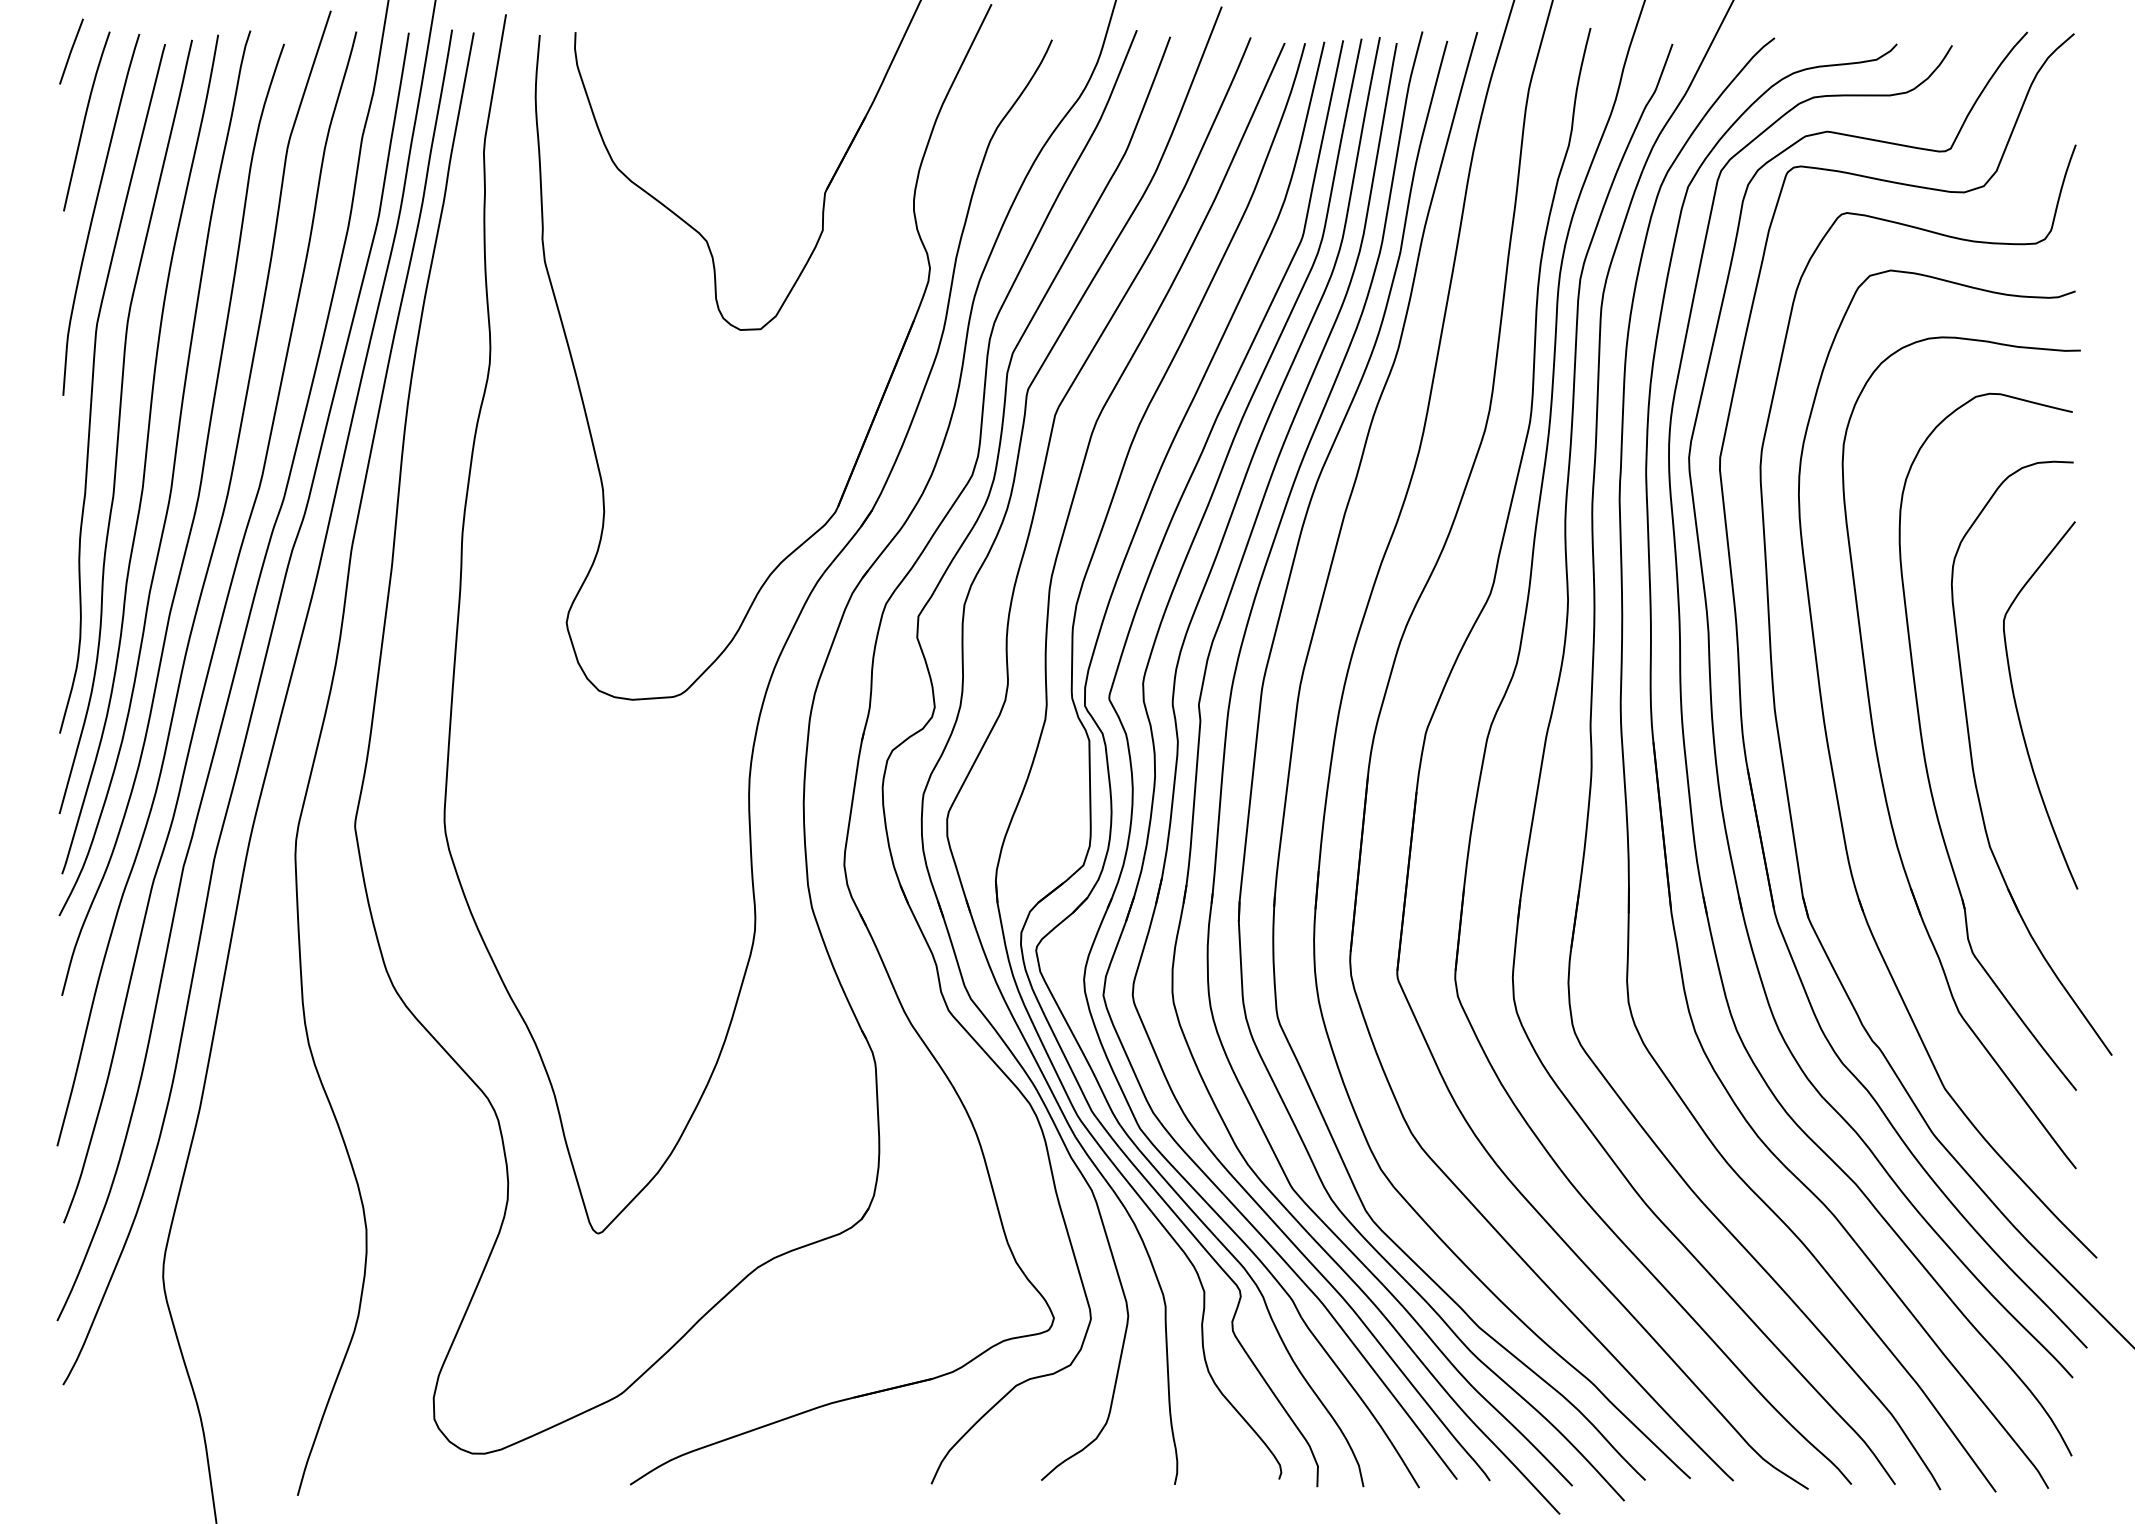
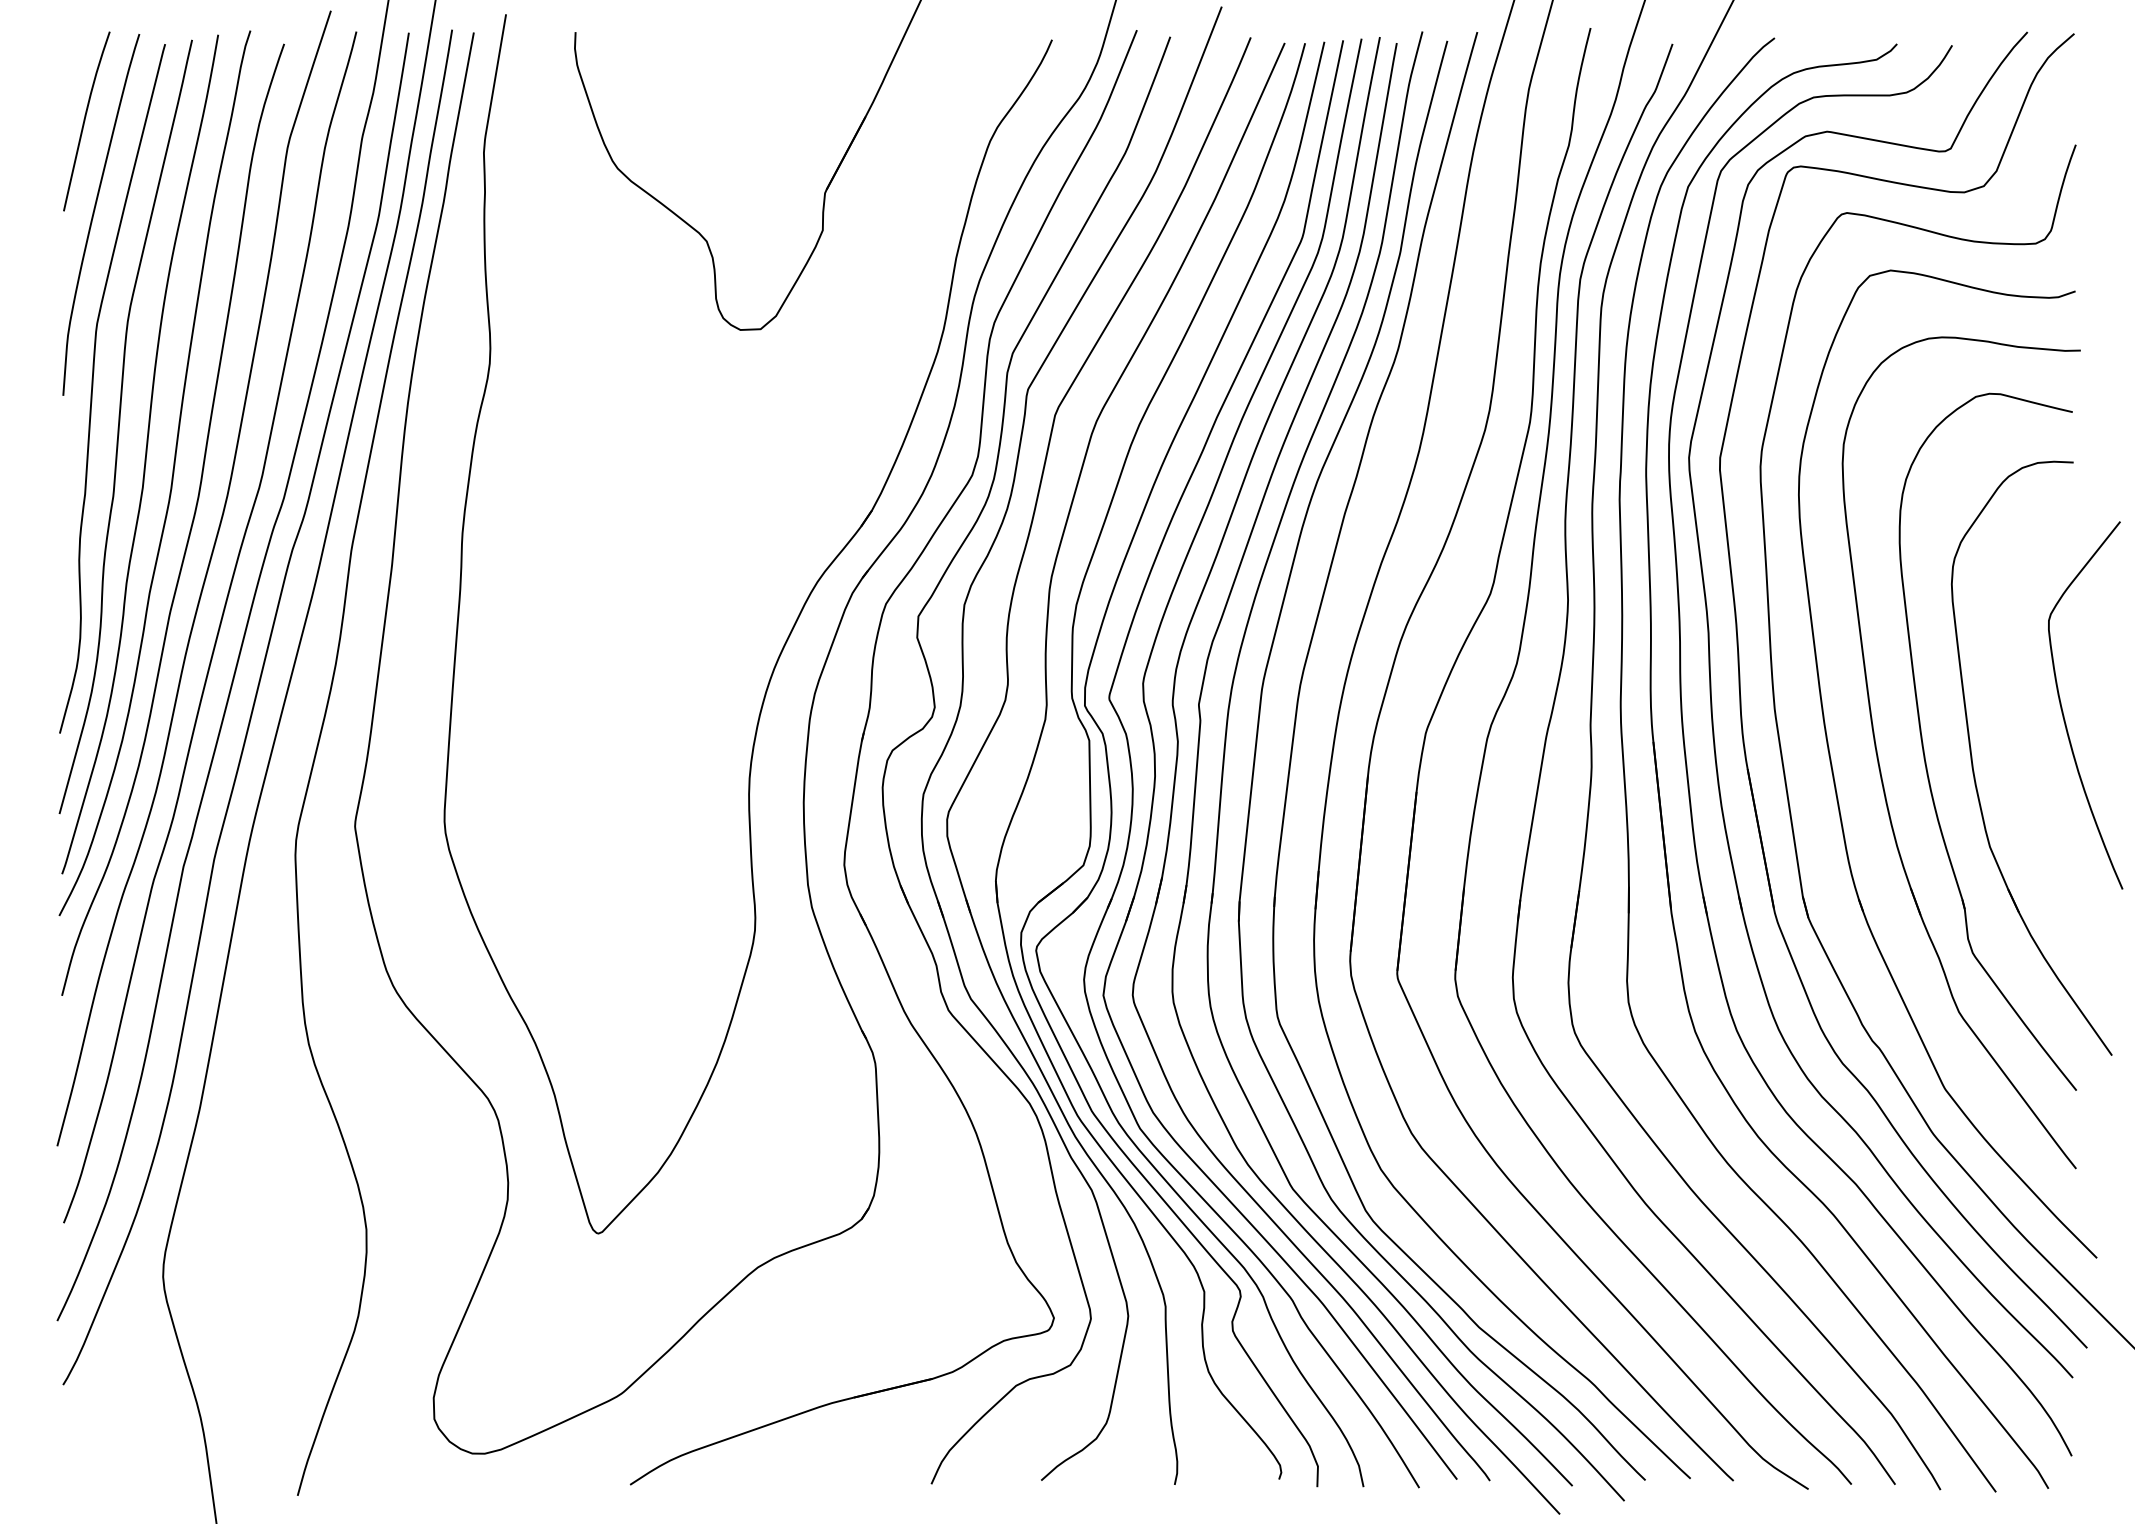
line at (71, 51): present -> none
part at (879, 401): present -> none
curve at (2018, 711) position: (2018, 711) -> (2063, 711)
